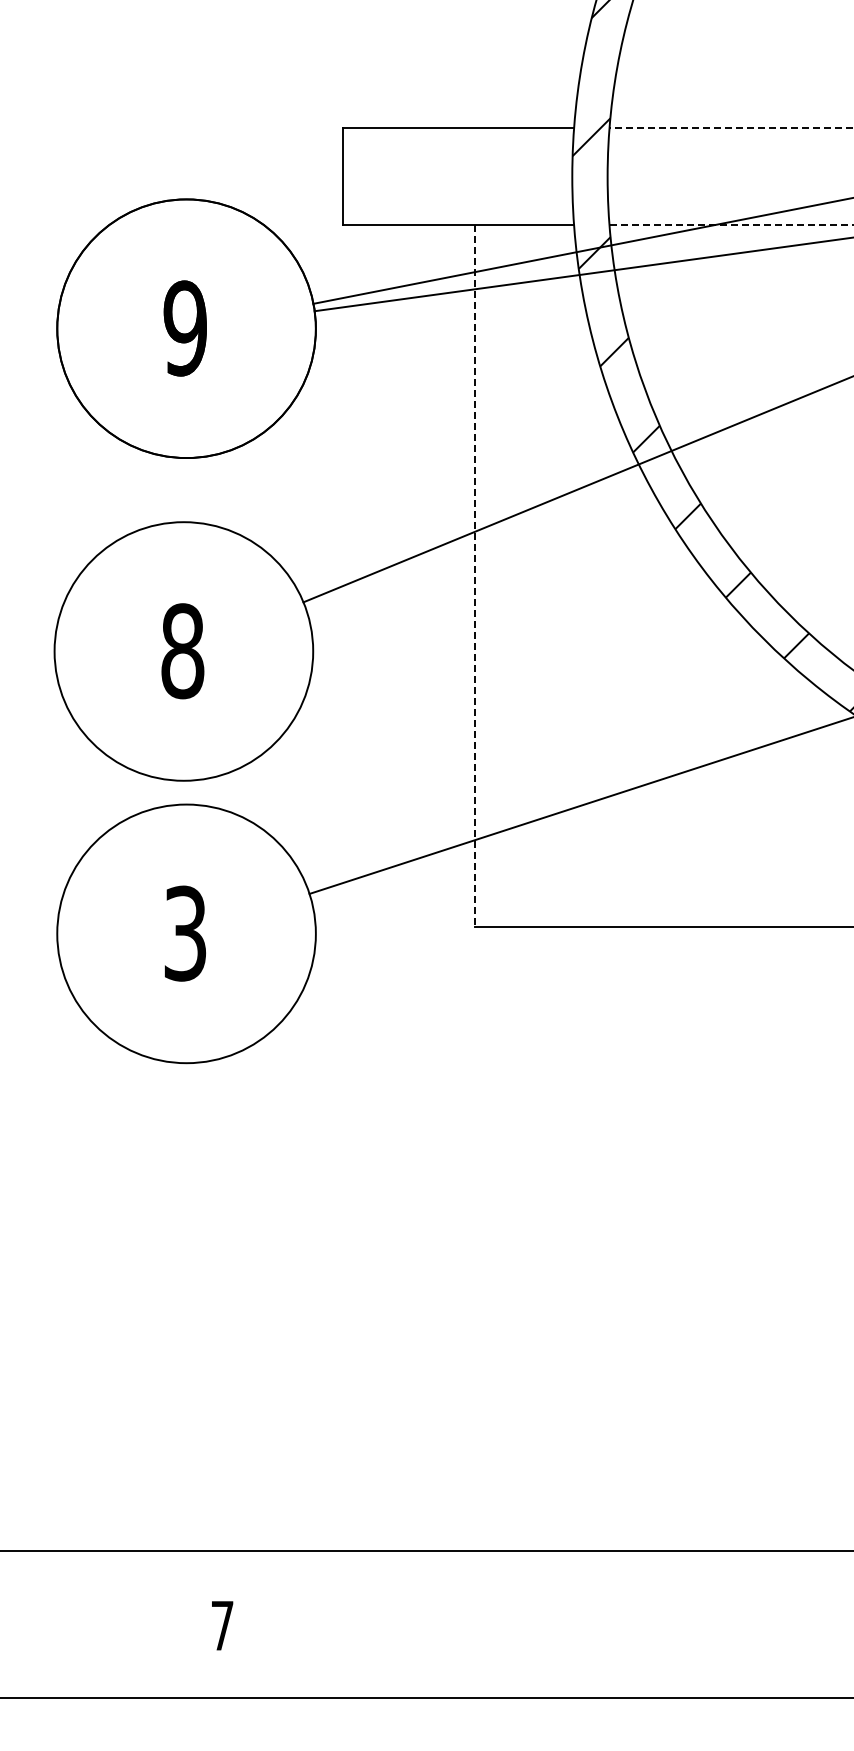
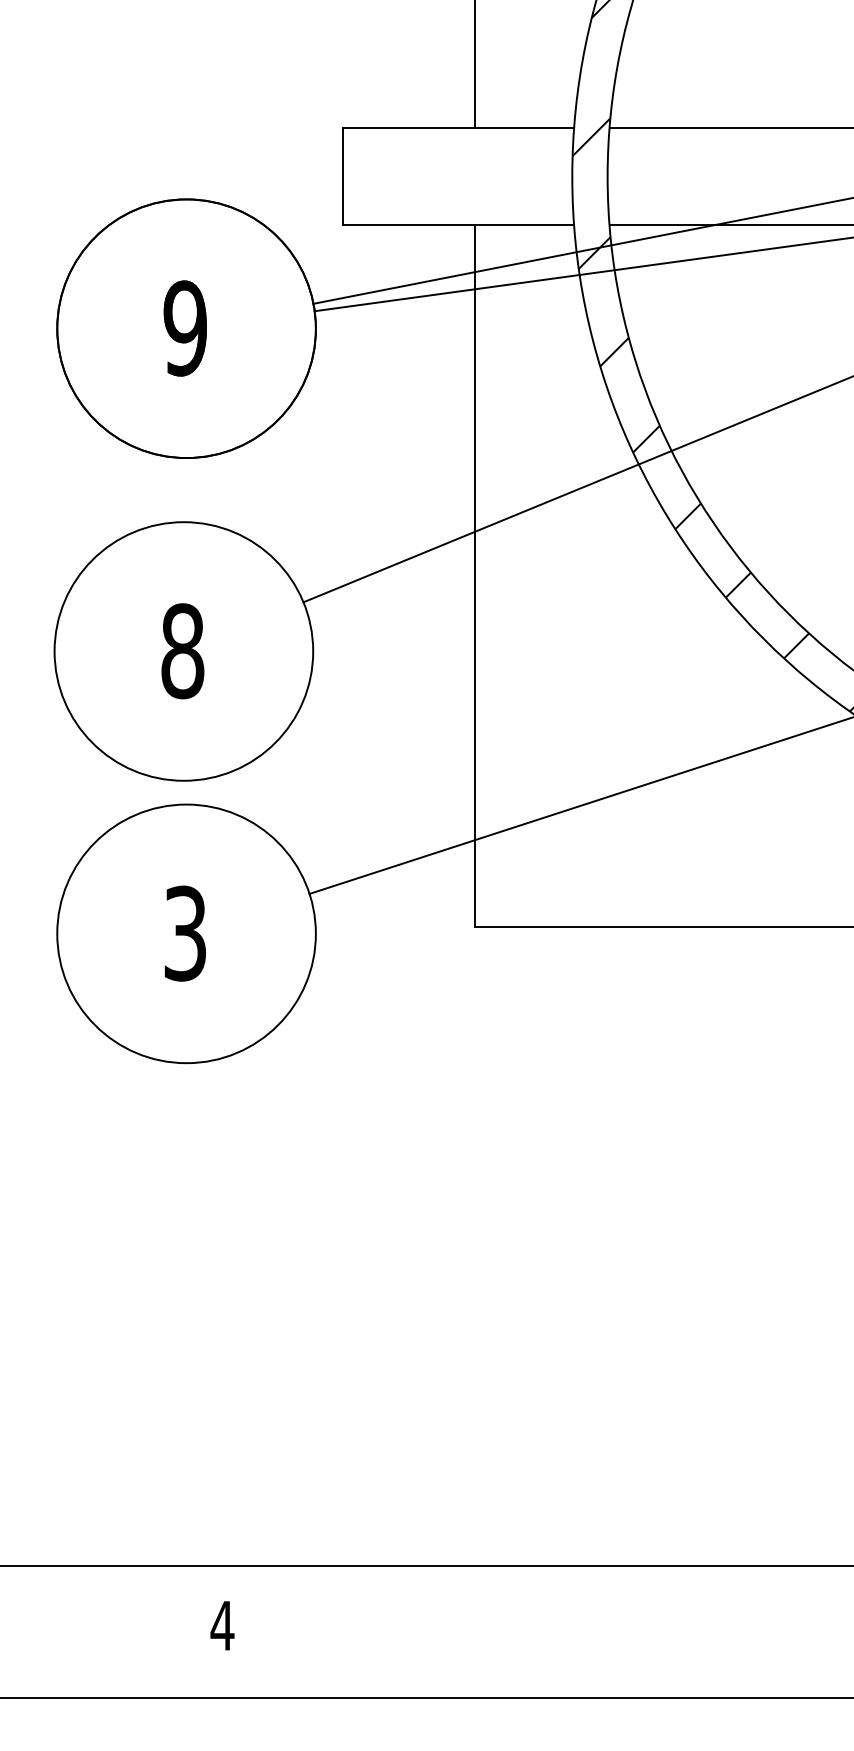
line at (475, 65): none -> present
line at (731, 128): dashed -> solid
line at (731, 225): dashed -> solid
line at (475, 576): dashed -> solid
line at (426, 1551) position: (426, 1551) -> (426, 1566)
text at (222, 1625): 7 -> 4
